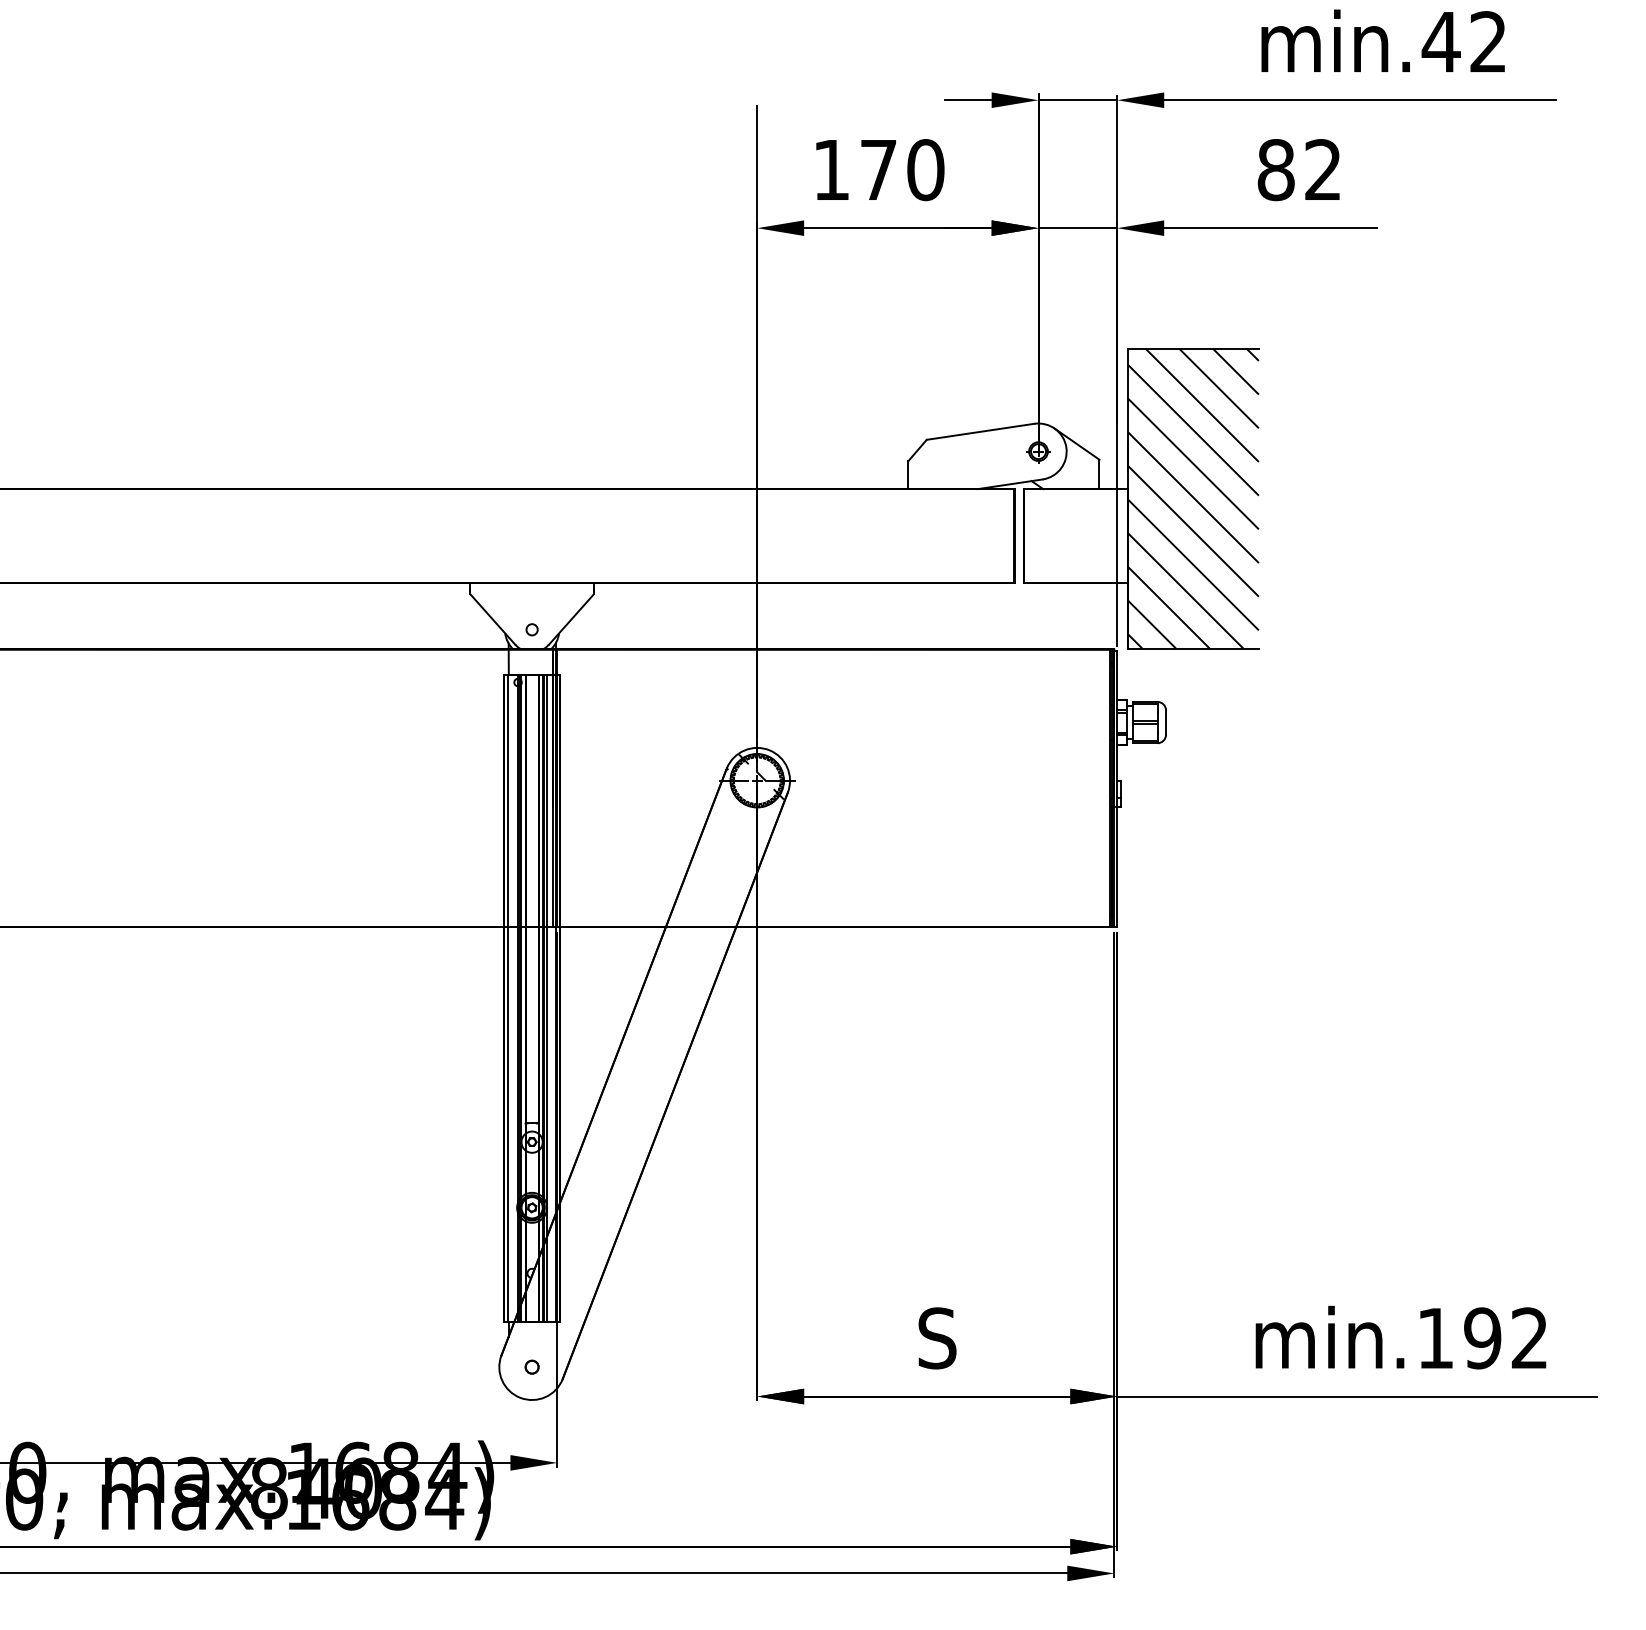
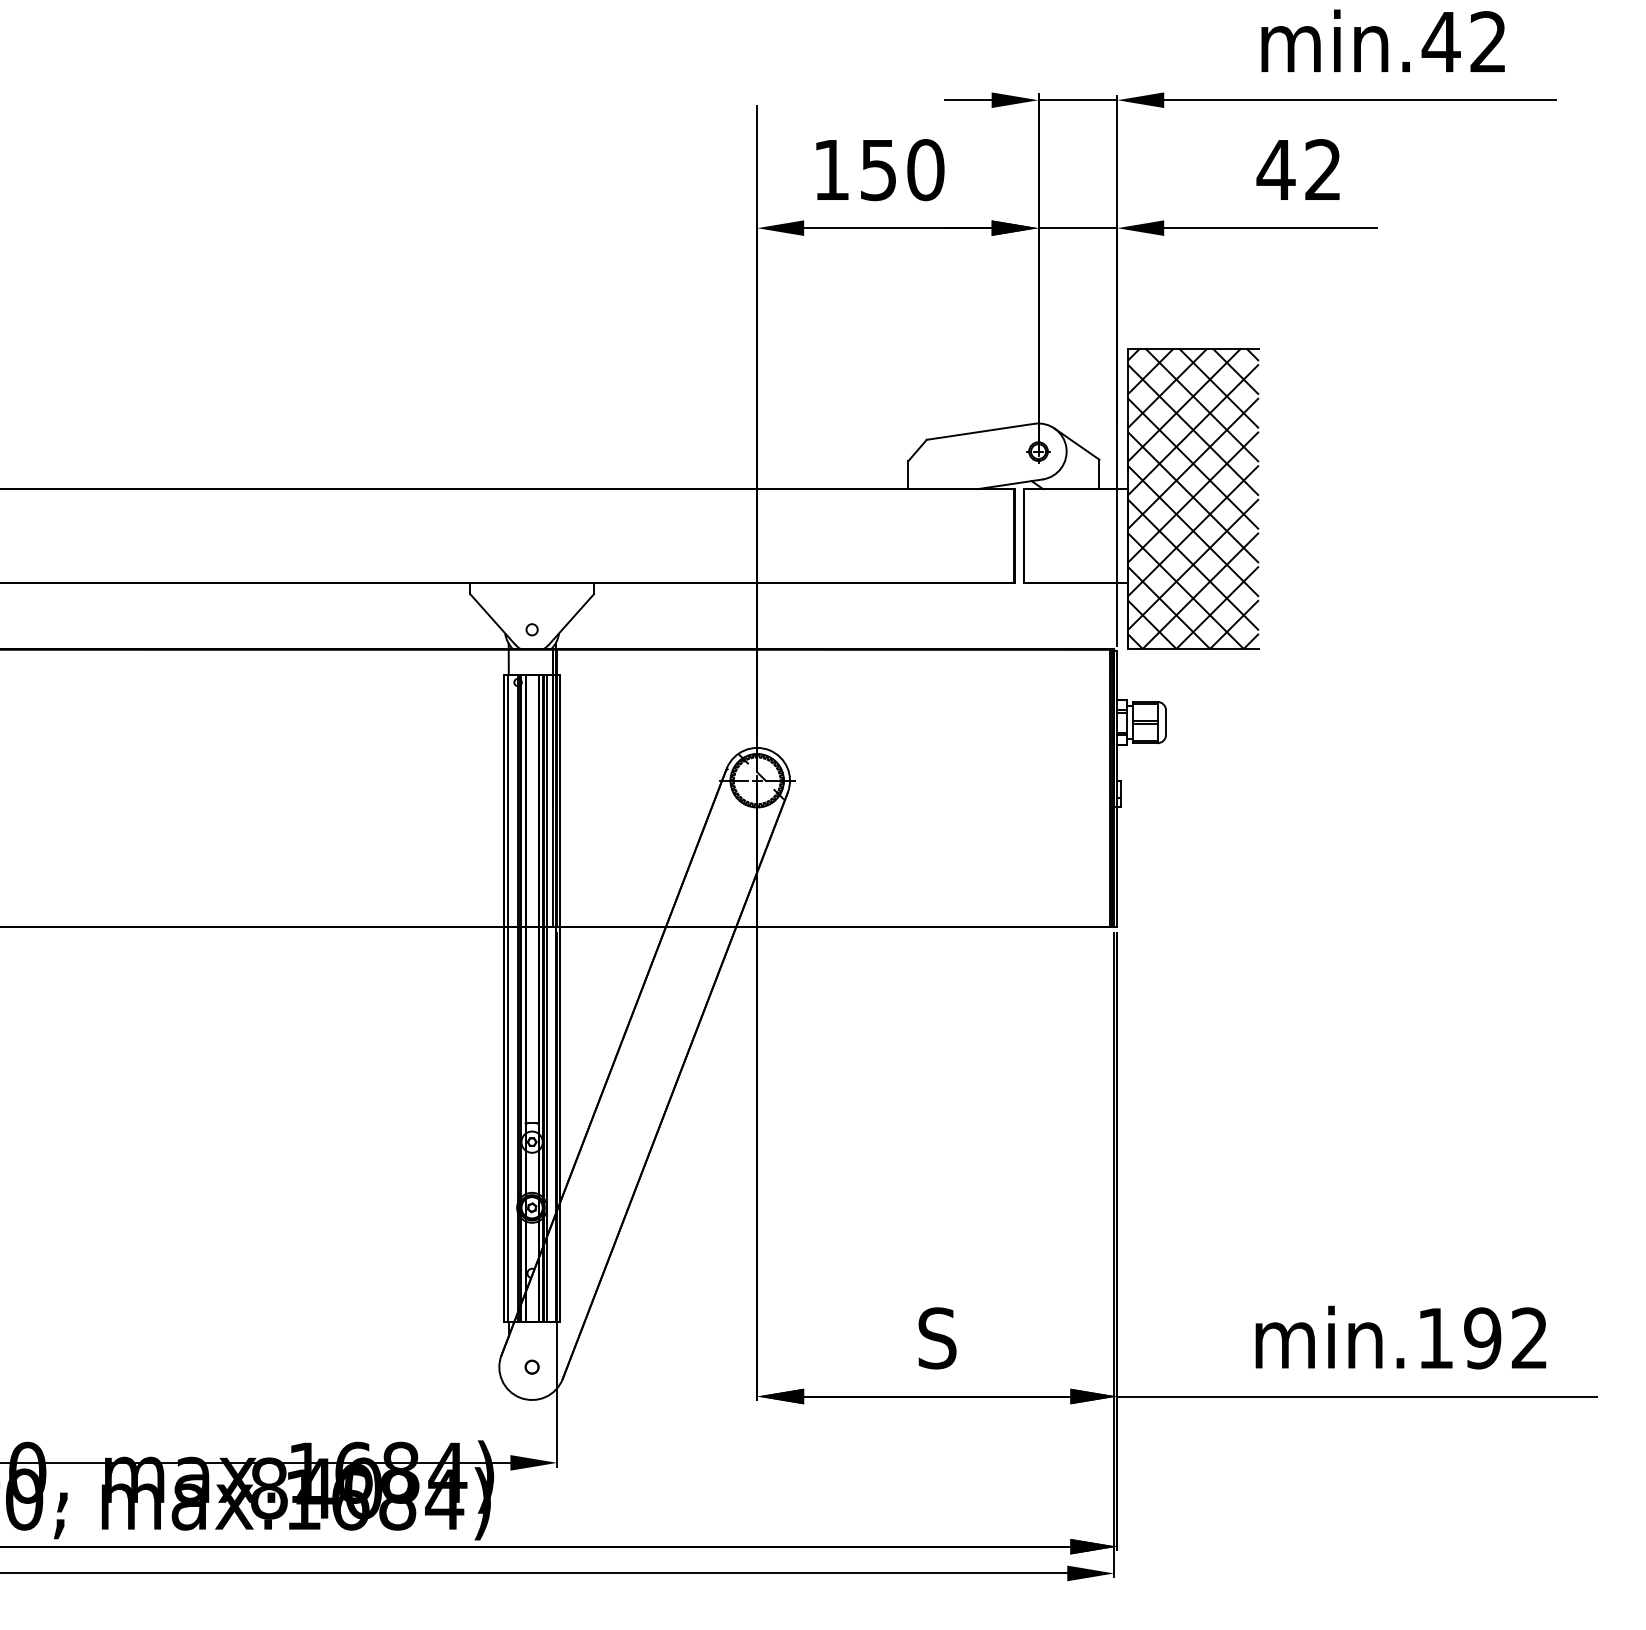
text at (878, 170): 170 -> 150
text at (1275, 170): 82 -> 42
hatch at (1192, 498): none -> present
